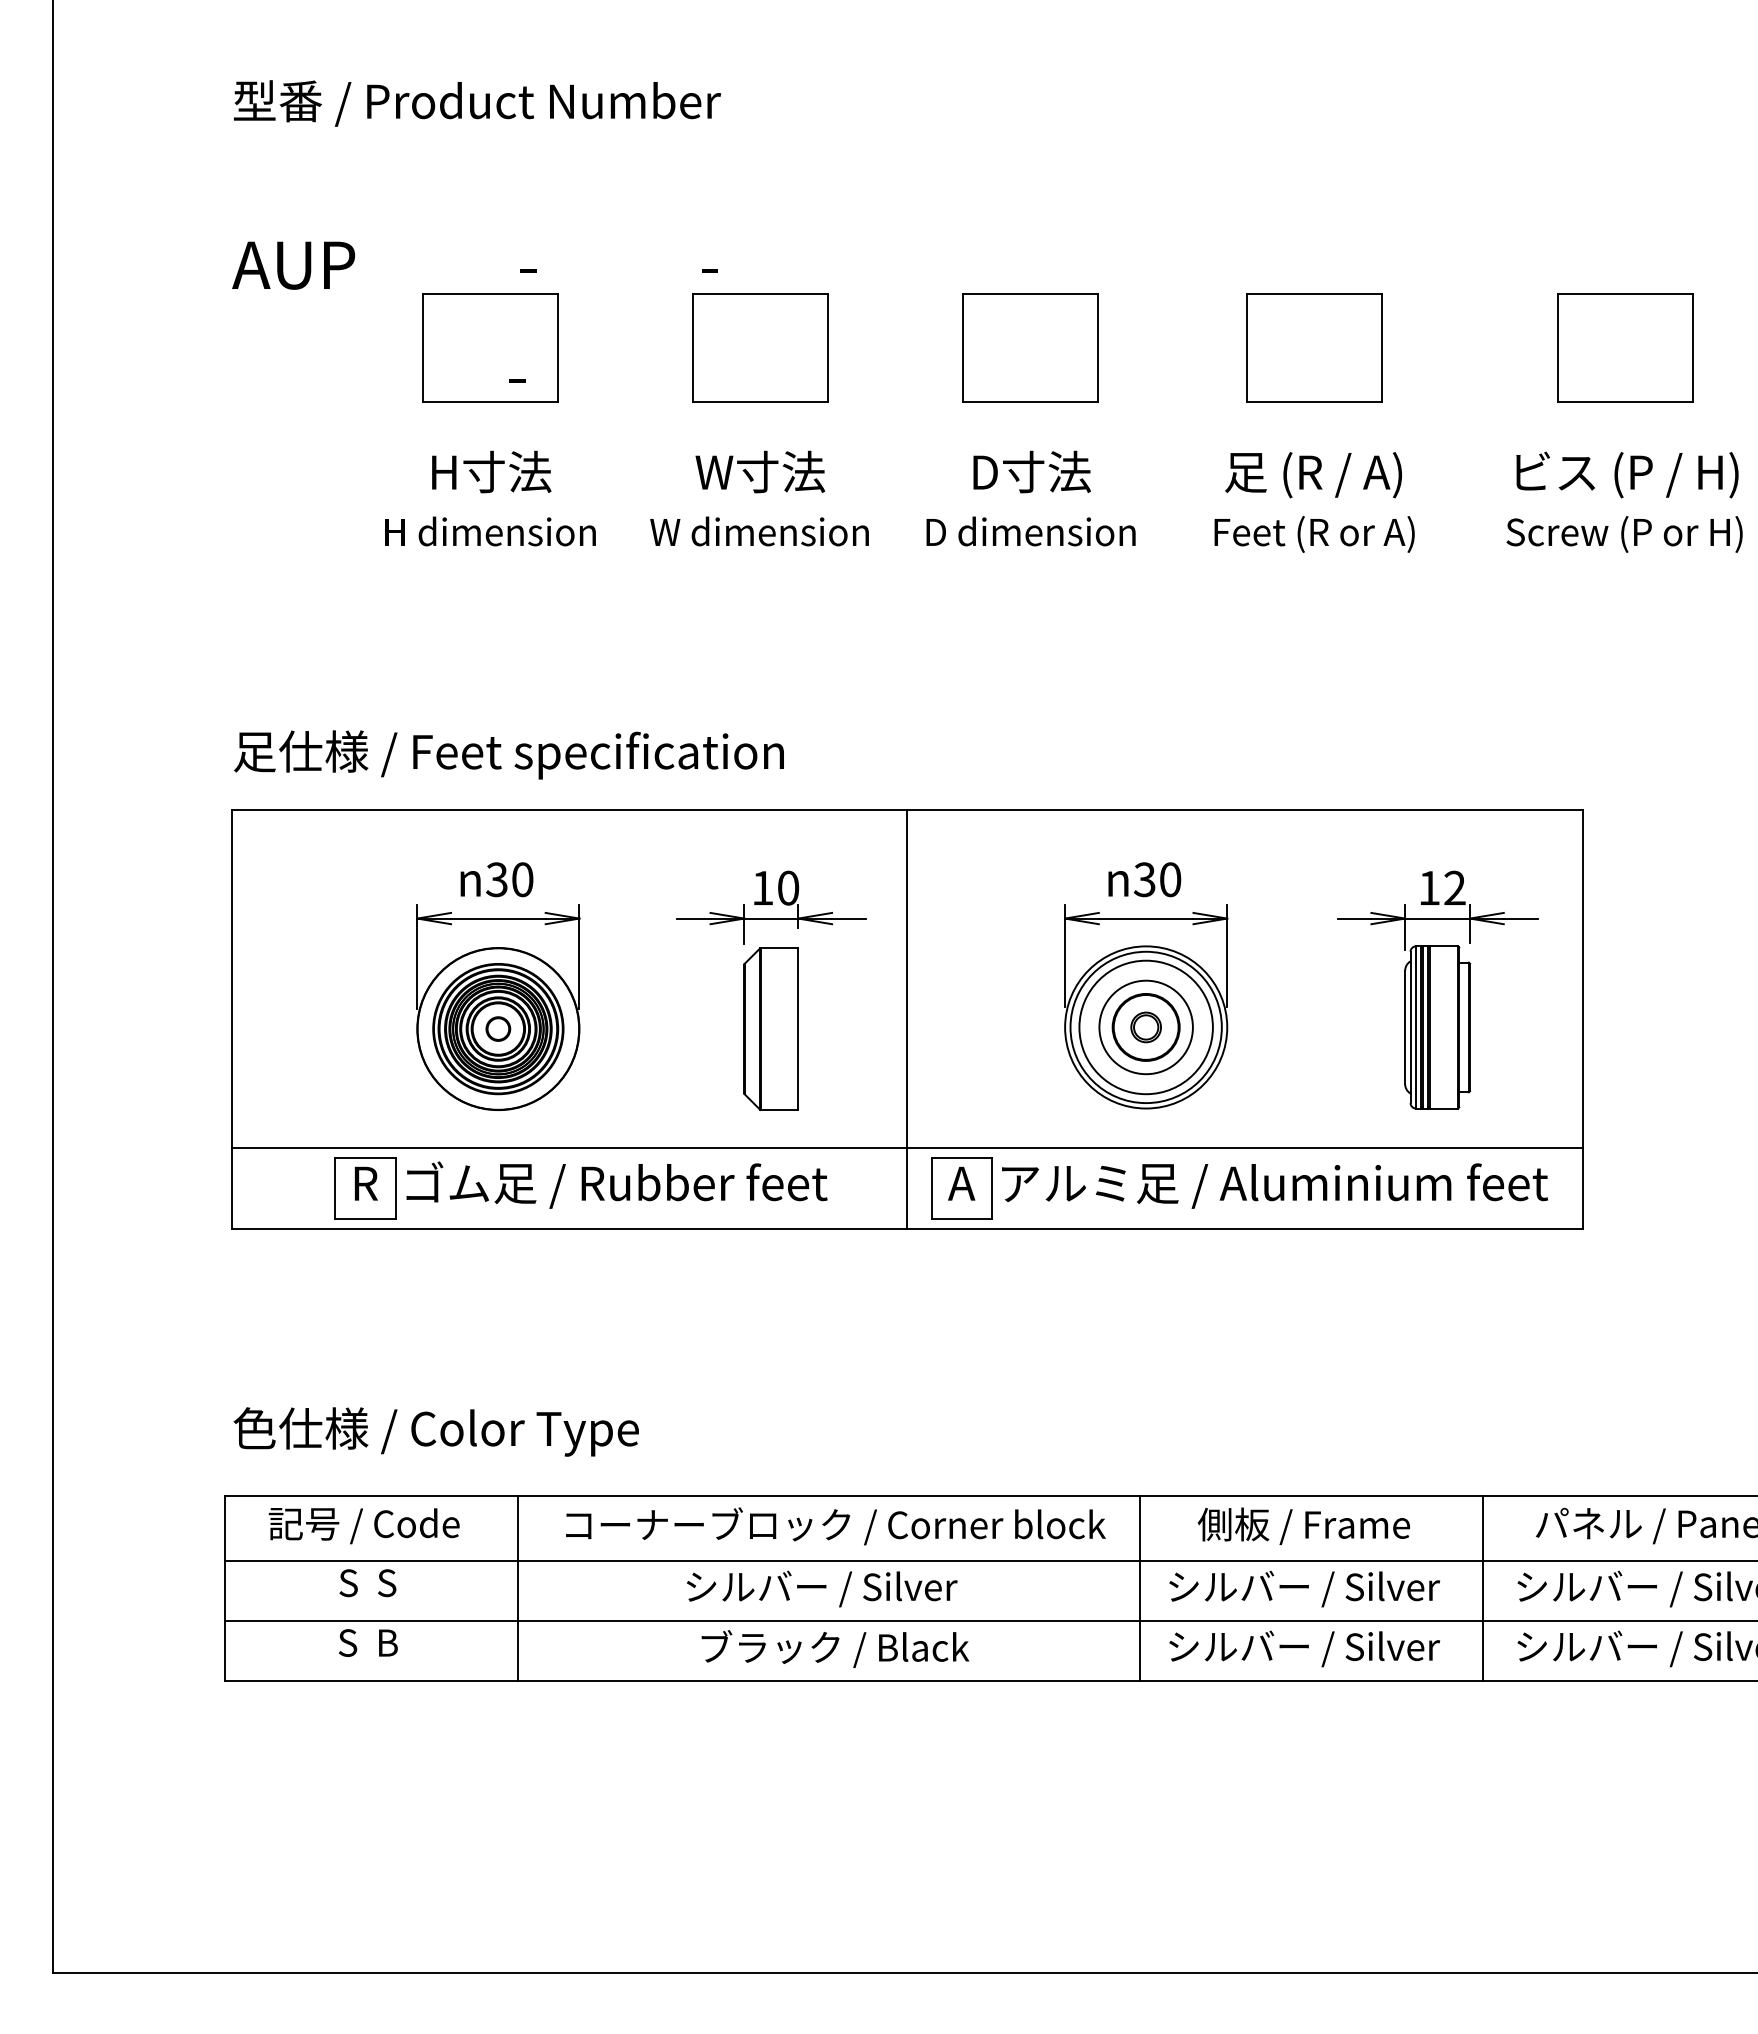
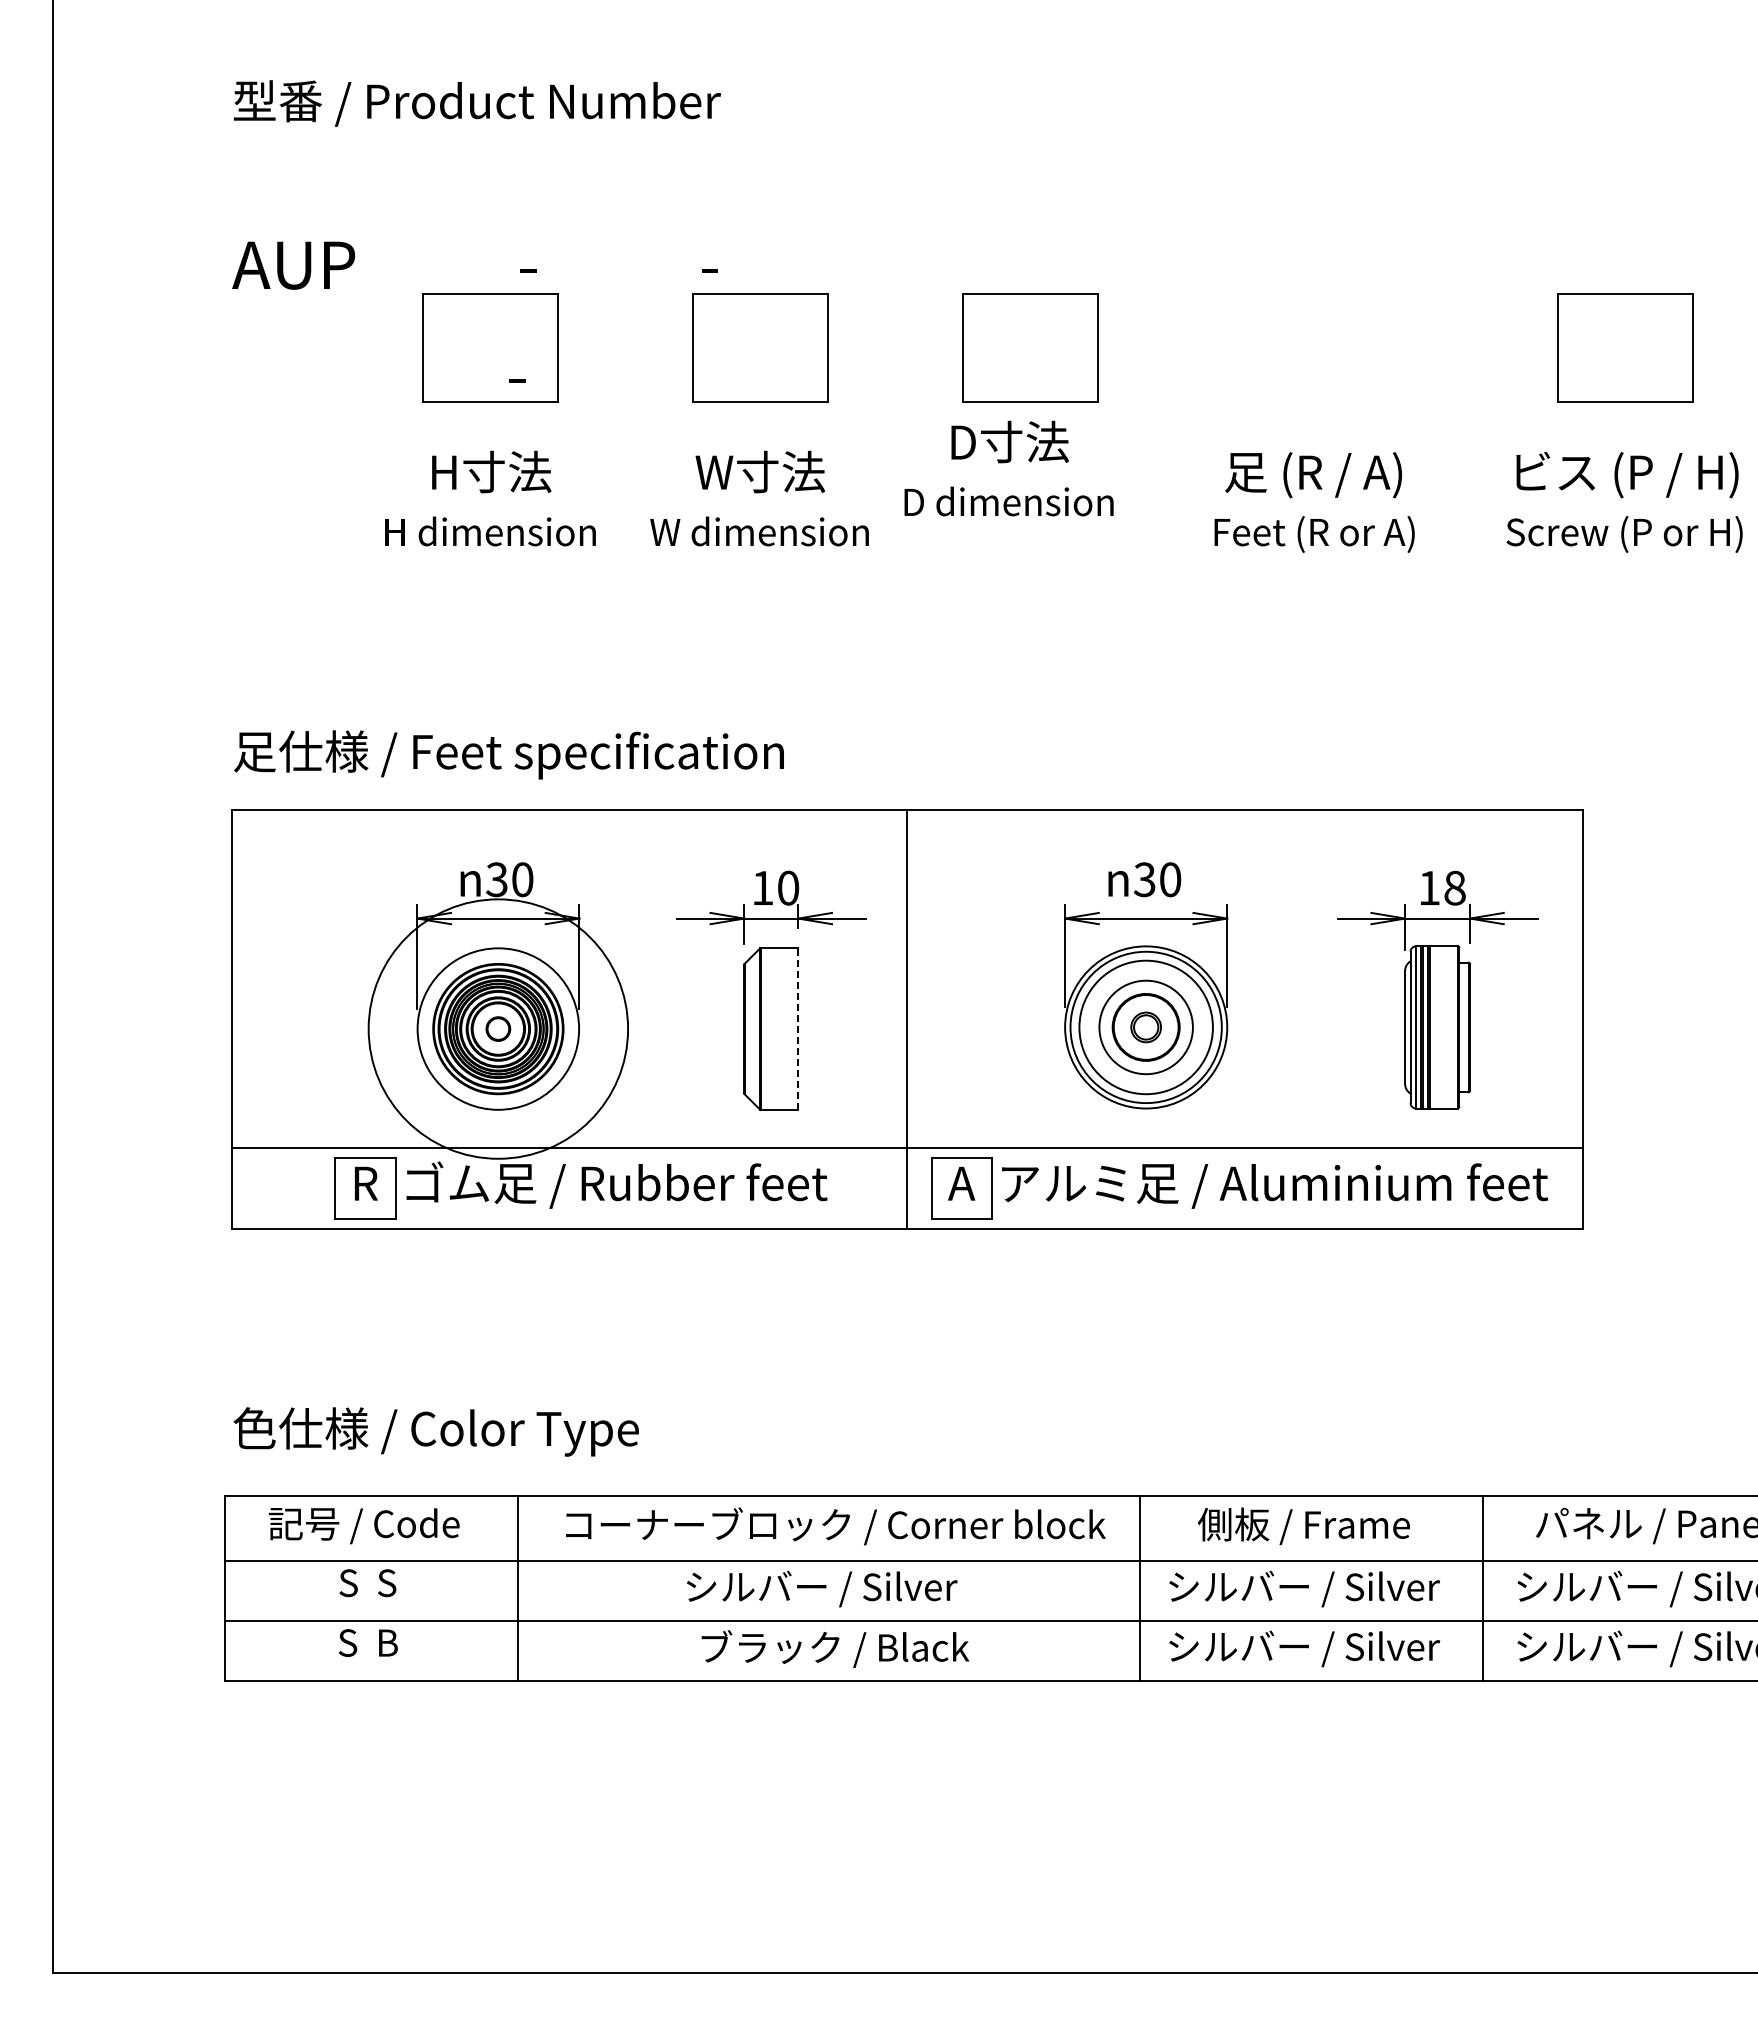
part at (1314, 347): present -> none
text at (1030, 498) position: (1030, 498) -> (1008, 468)
text at (1454, 887): 12 -> 18
line at (798, 1028): solid -> dashed
circle at (498, 1029) diameter: 162 px -> 259 px
